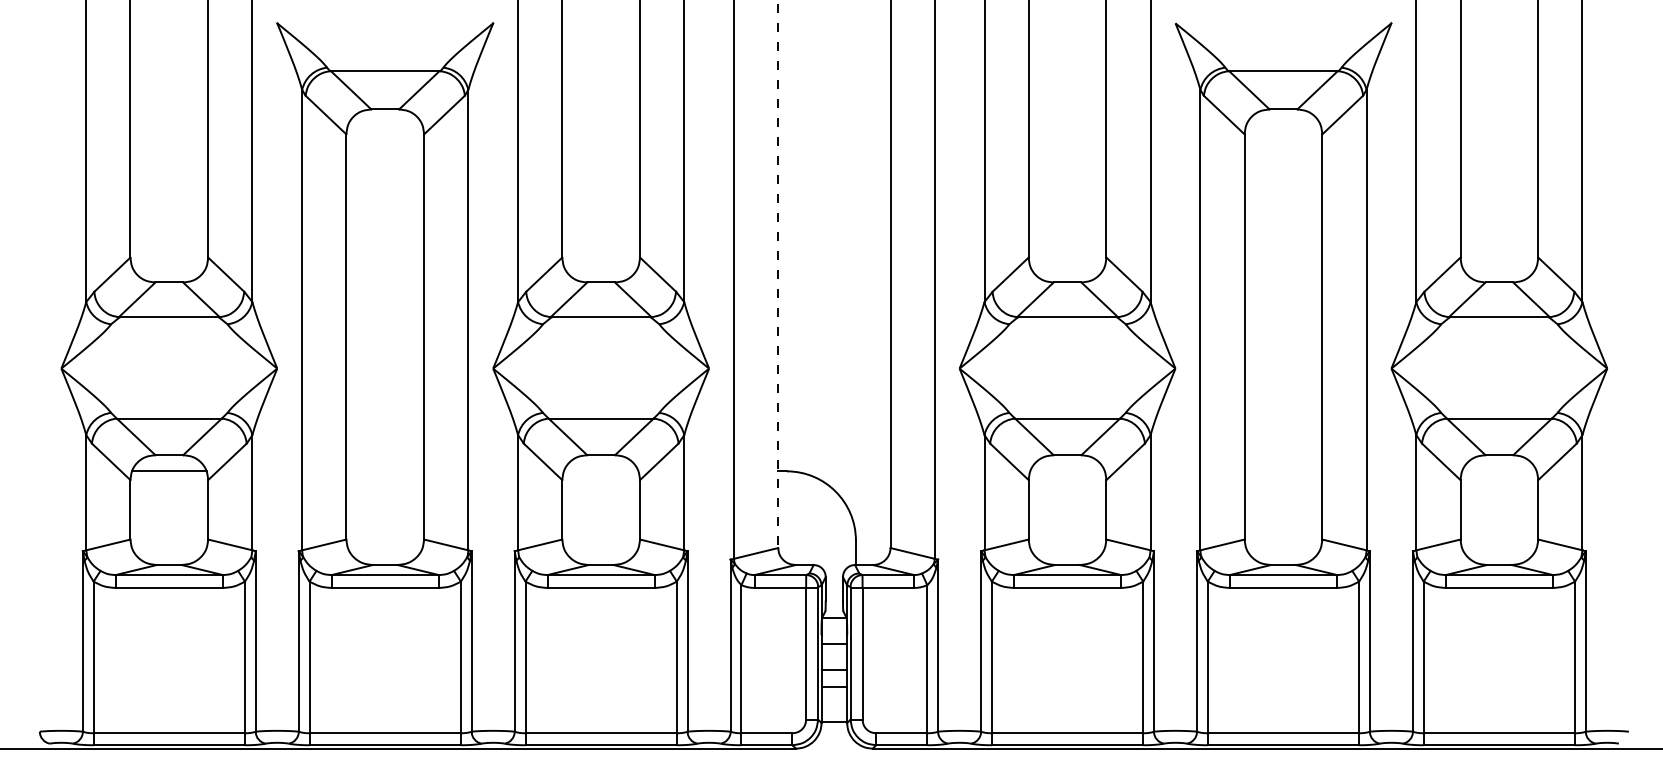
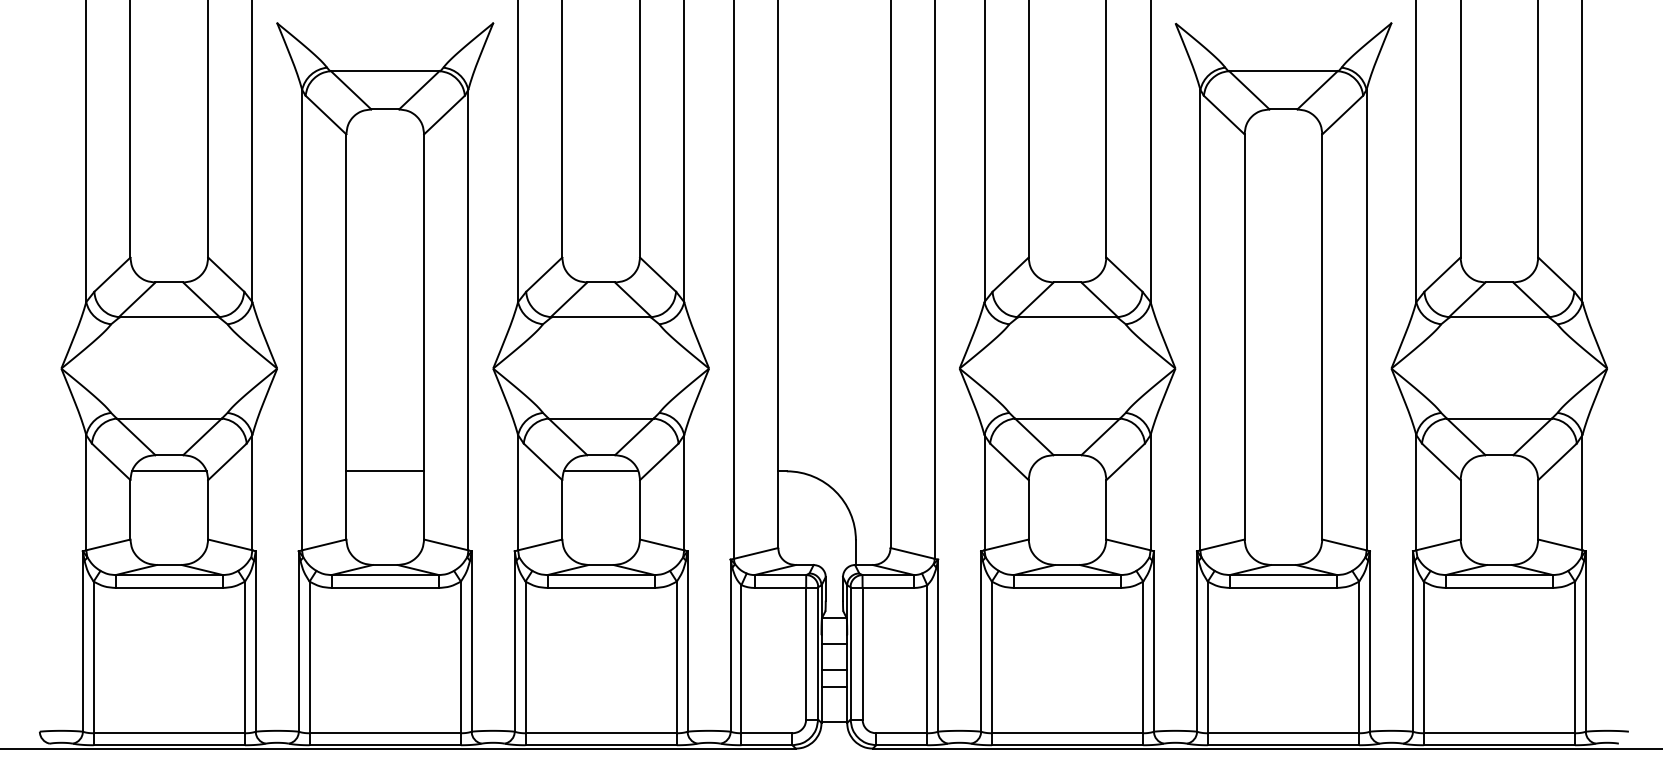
line at (778, 274): dashed -> solid
line at (385, 471): none -> present
line at (600, 471): none -> present
